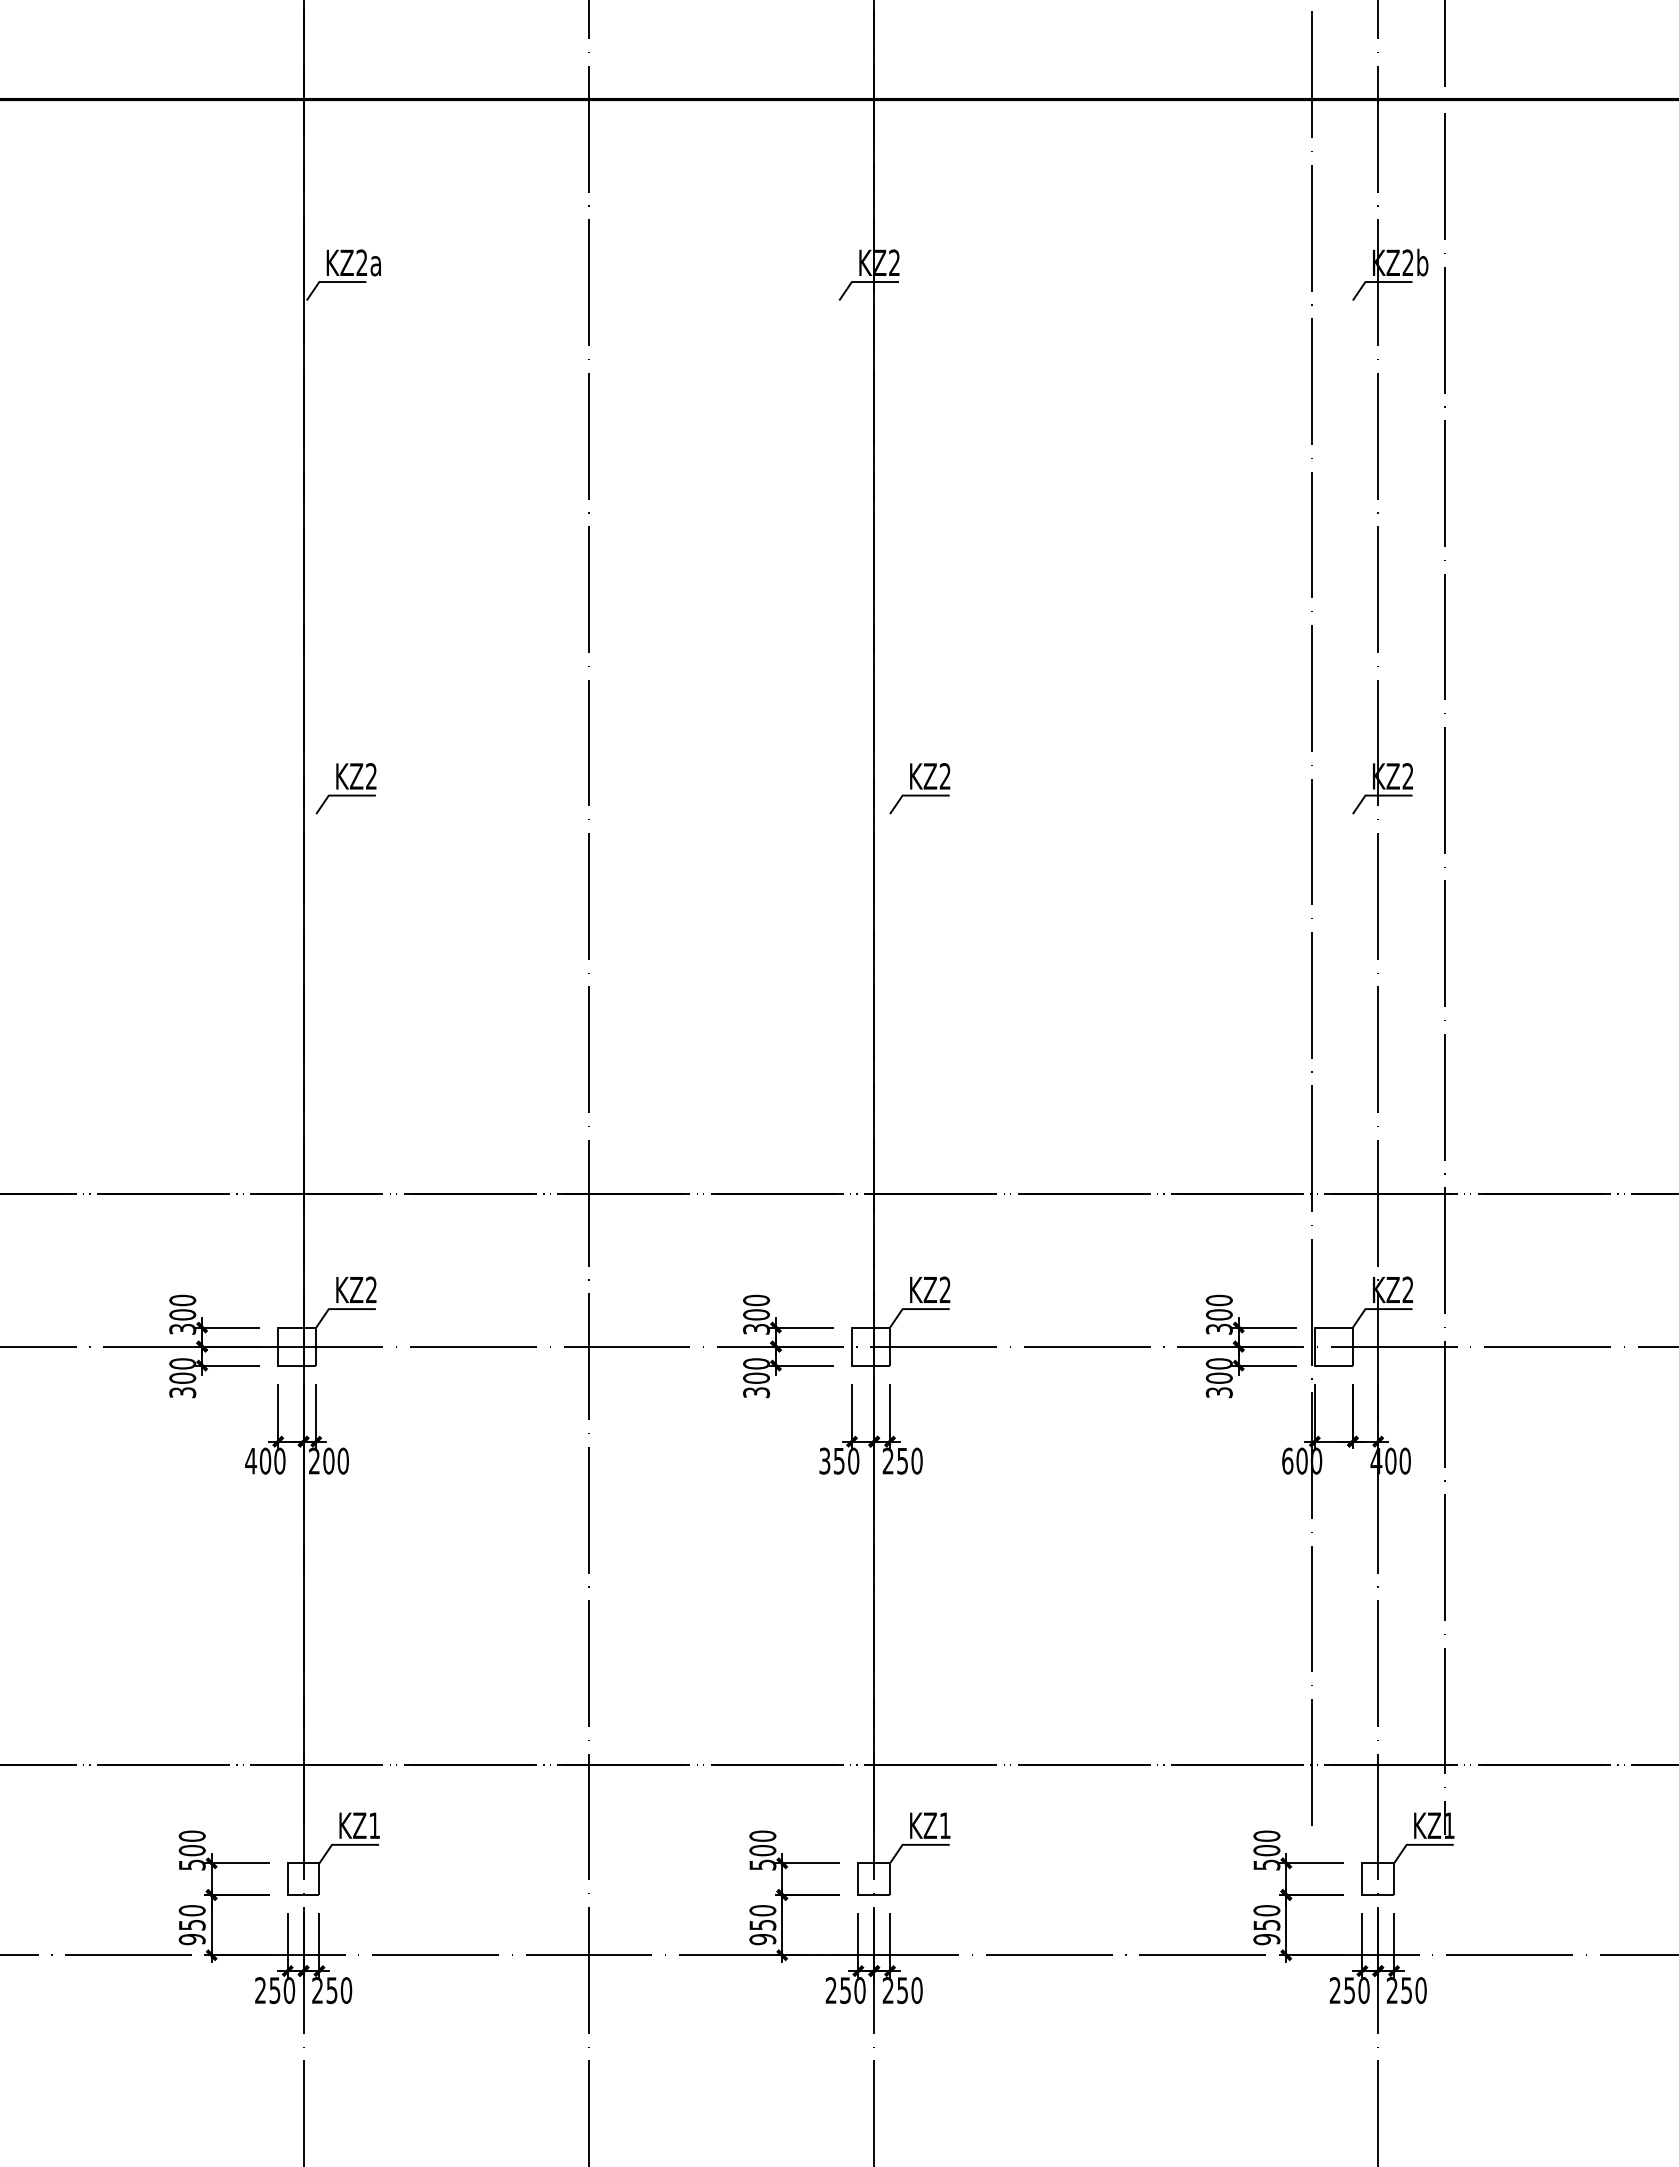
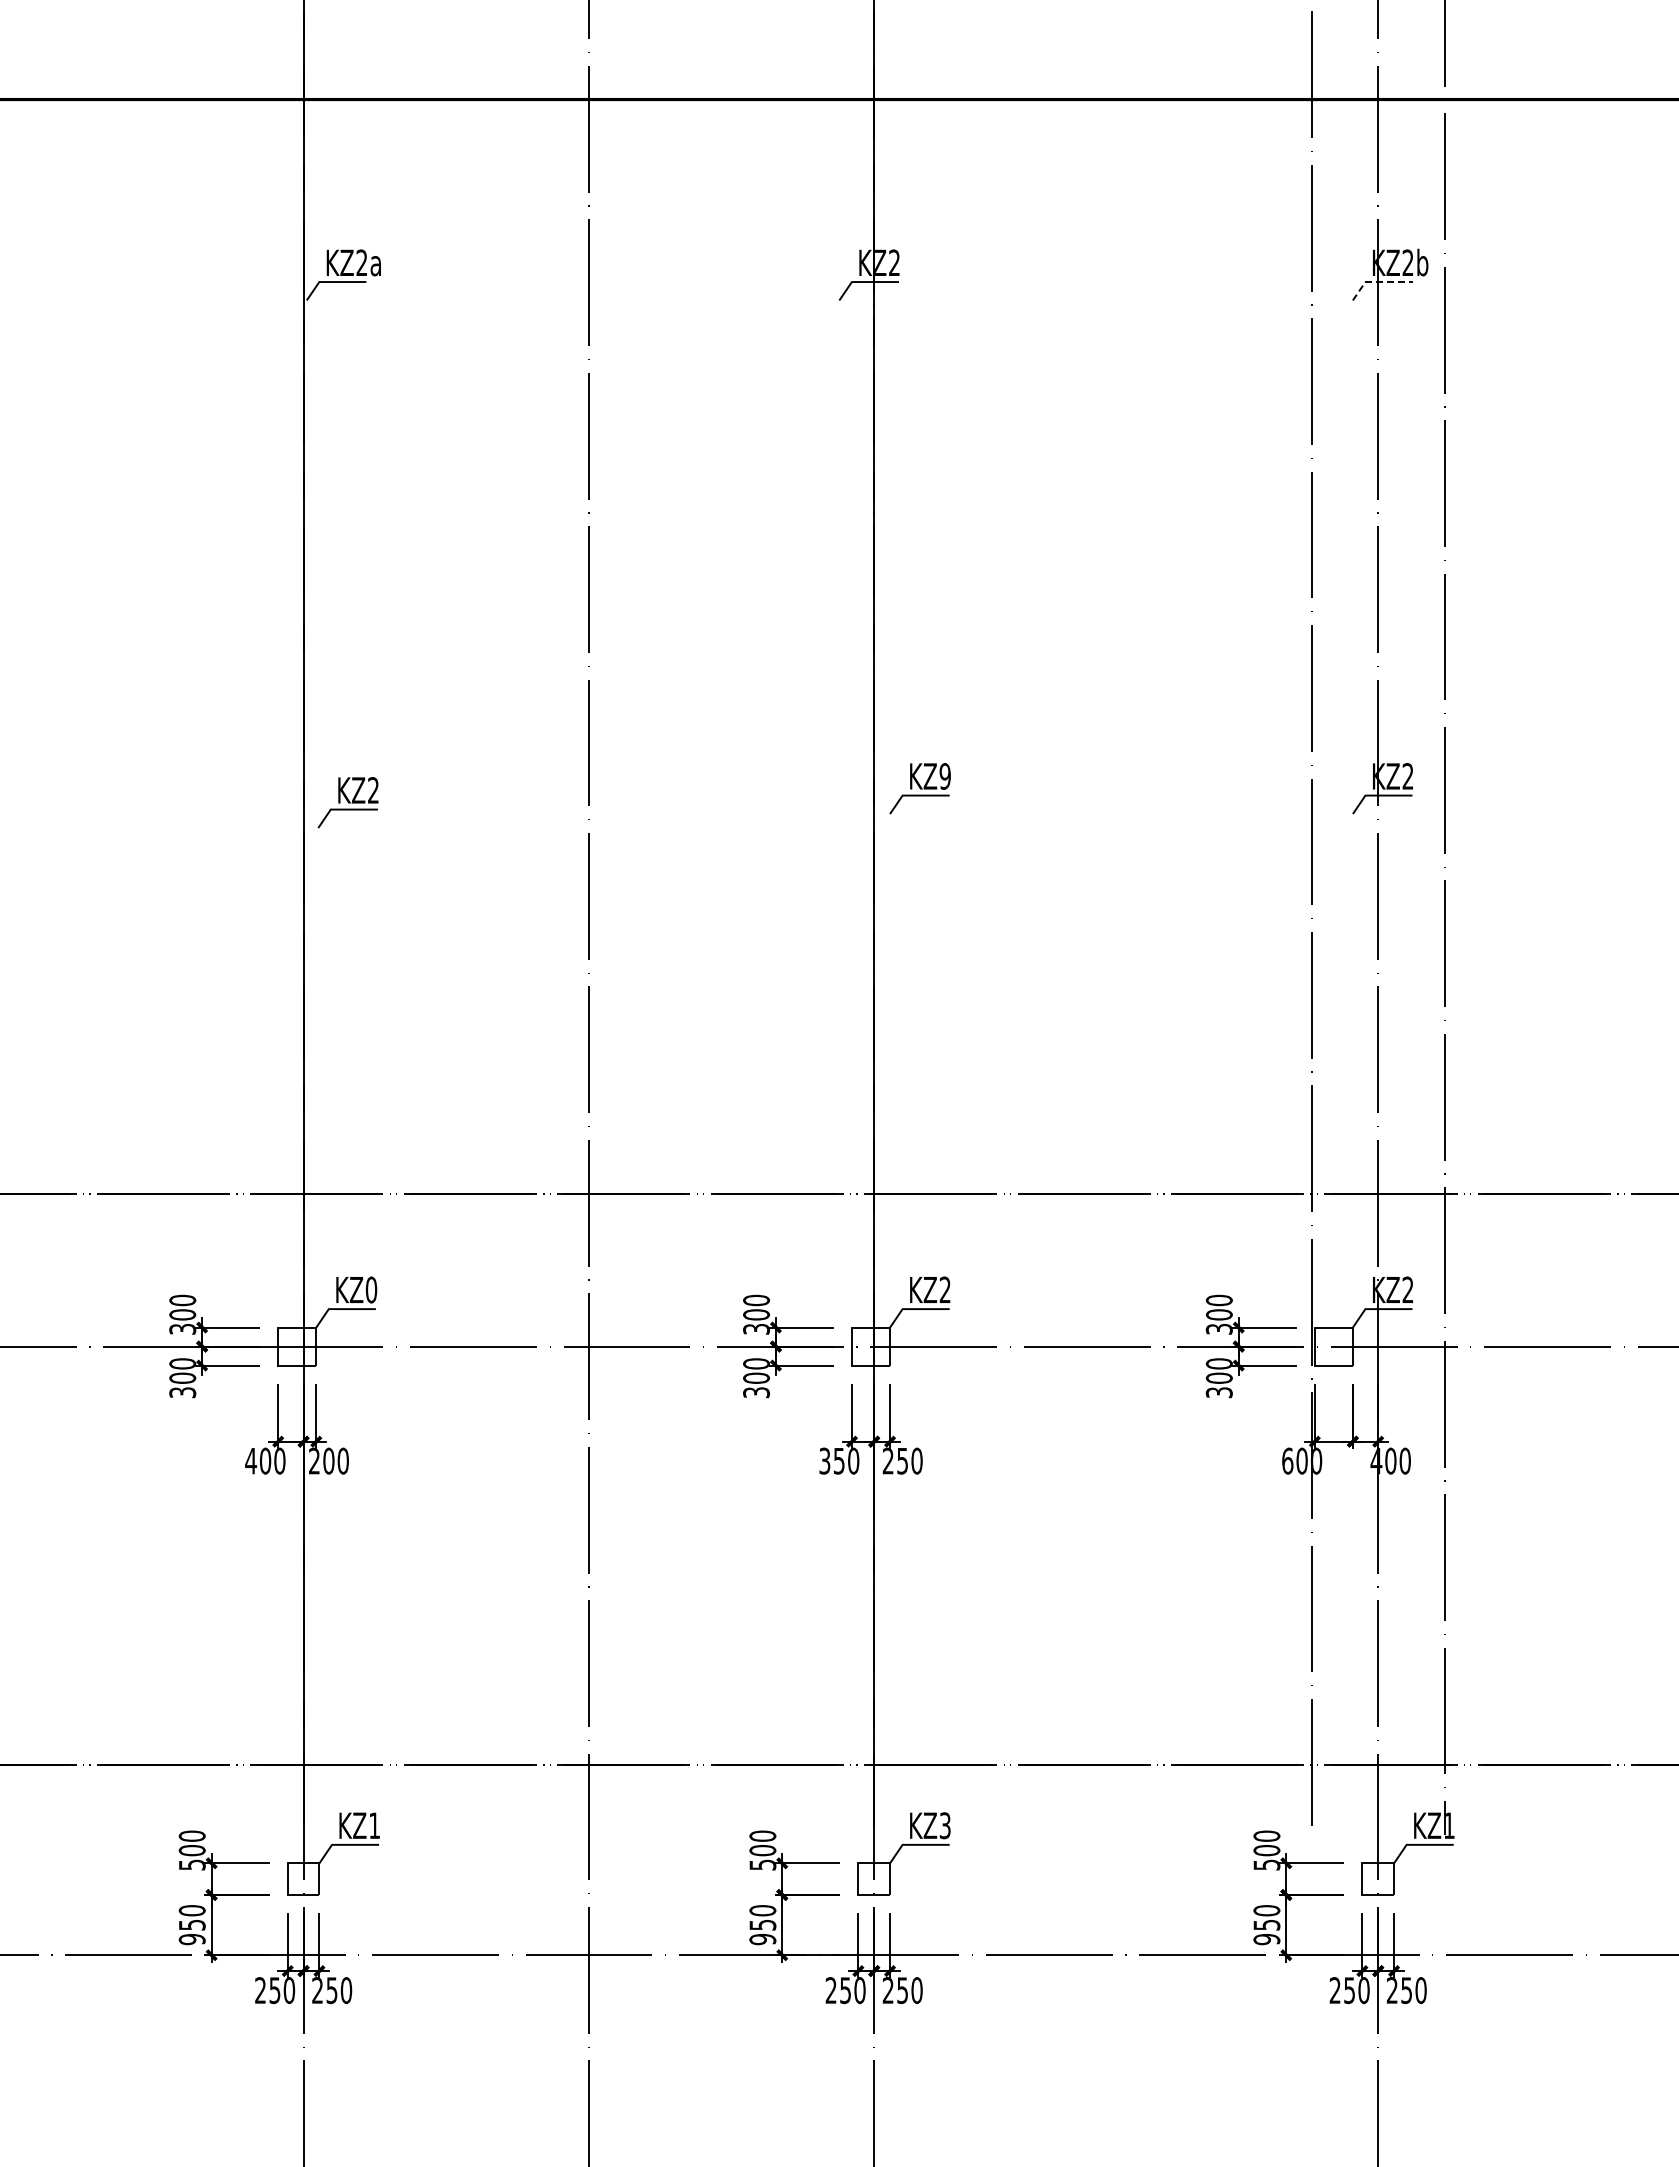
line at (1377, 282): solid -> dashed
text at (944, 776): KZ2 -> KZ9
part at (345, 788) position: (345, 788) -> (347, 802)
text at (371, 1289): KZ2 -> KZ0
text at (944, 1825): KZ1 -> KZ3
